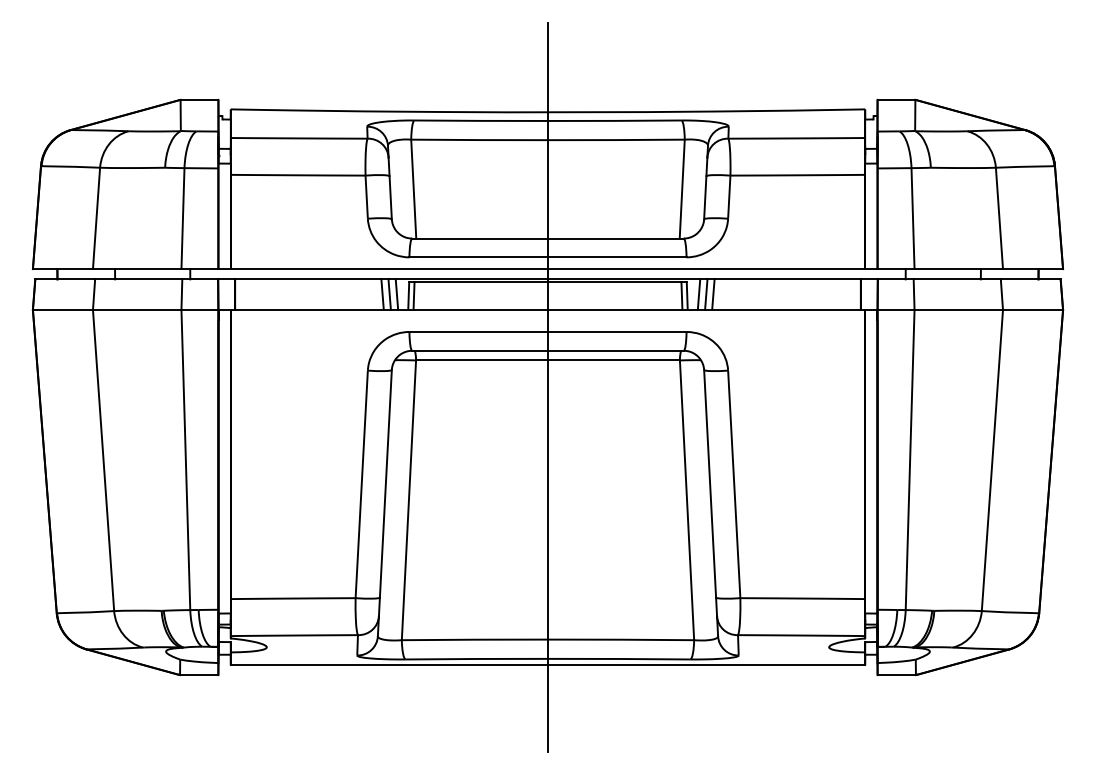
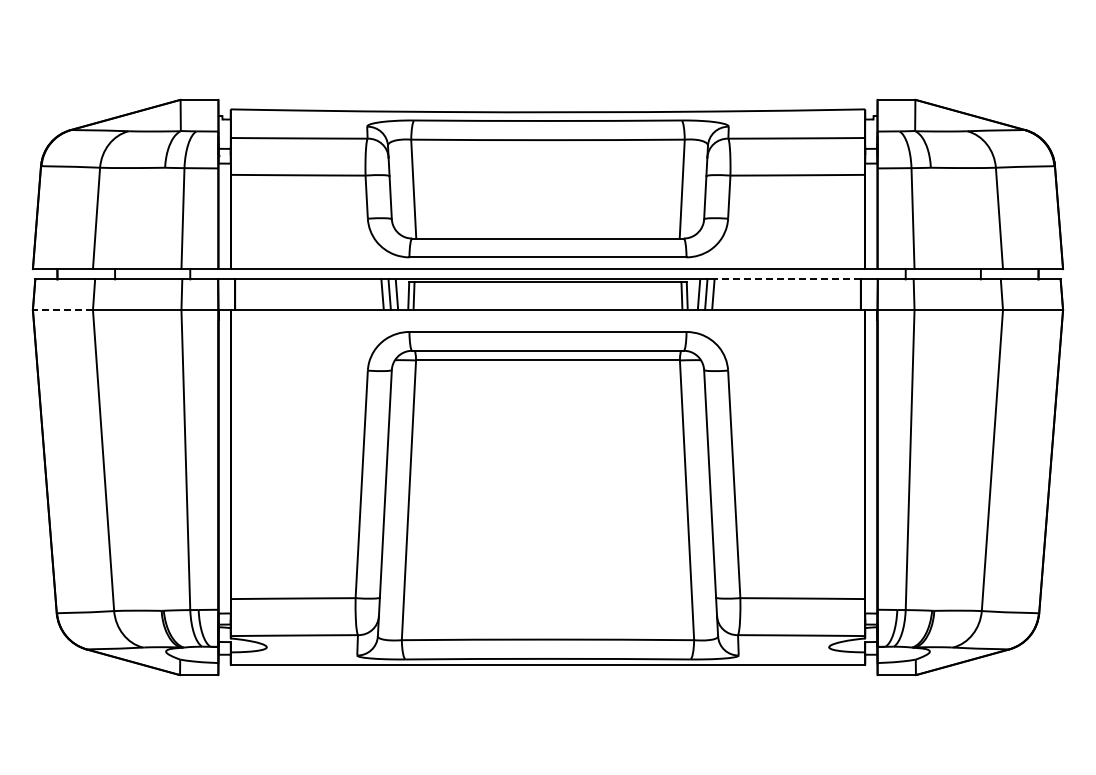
line at (787, 279): solid -> dashed
line at (62, 309): solid -> dashed
line at (548, 387): present -> none
